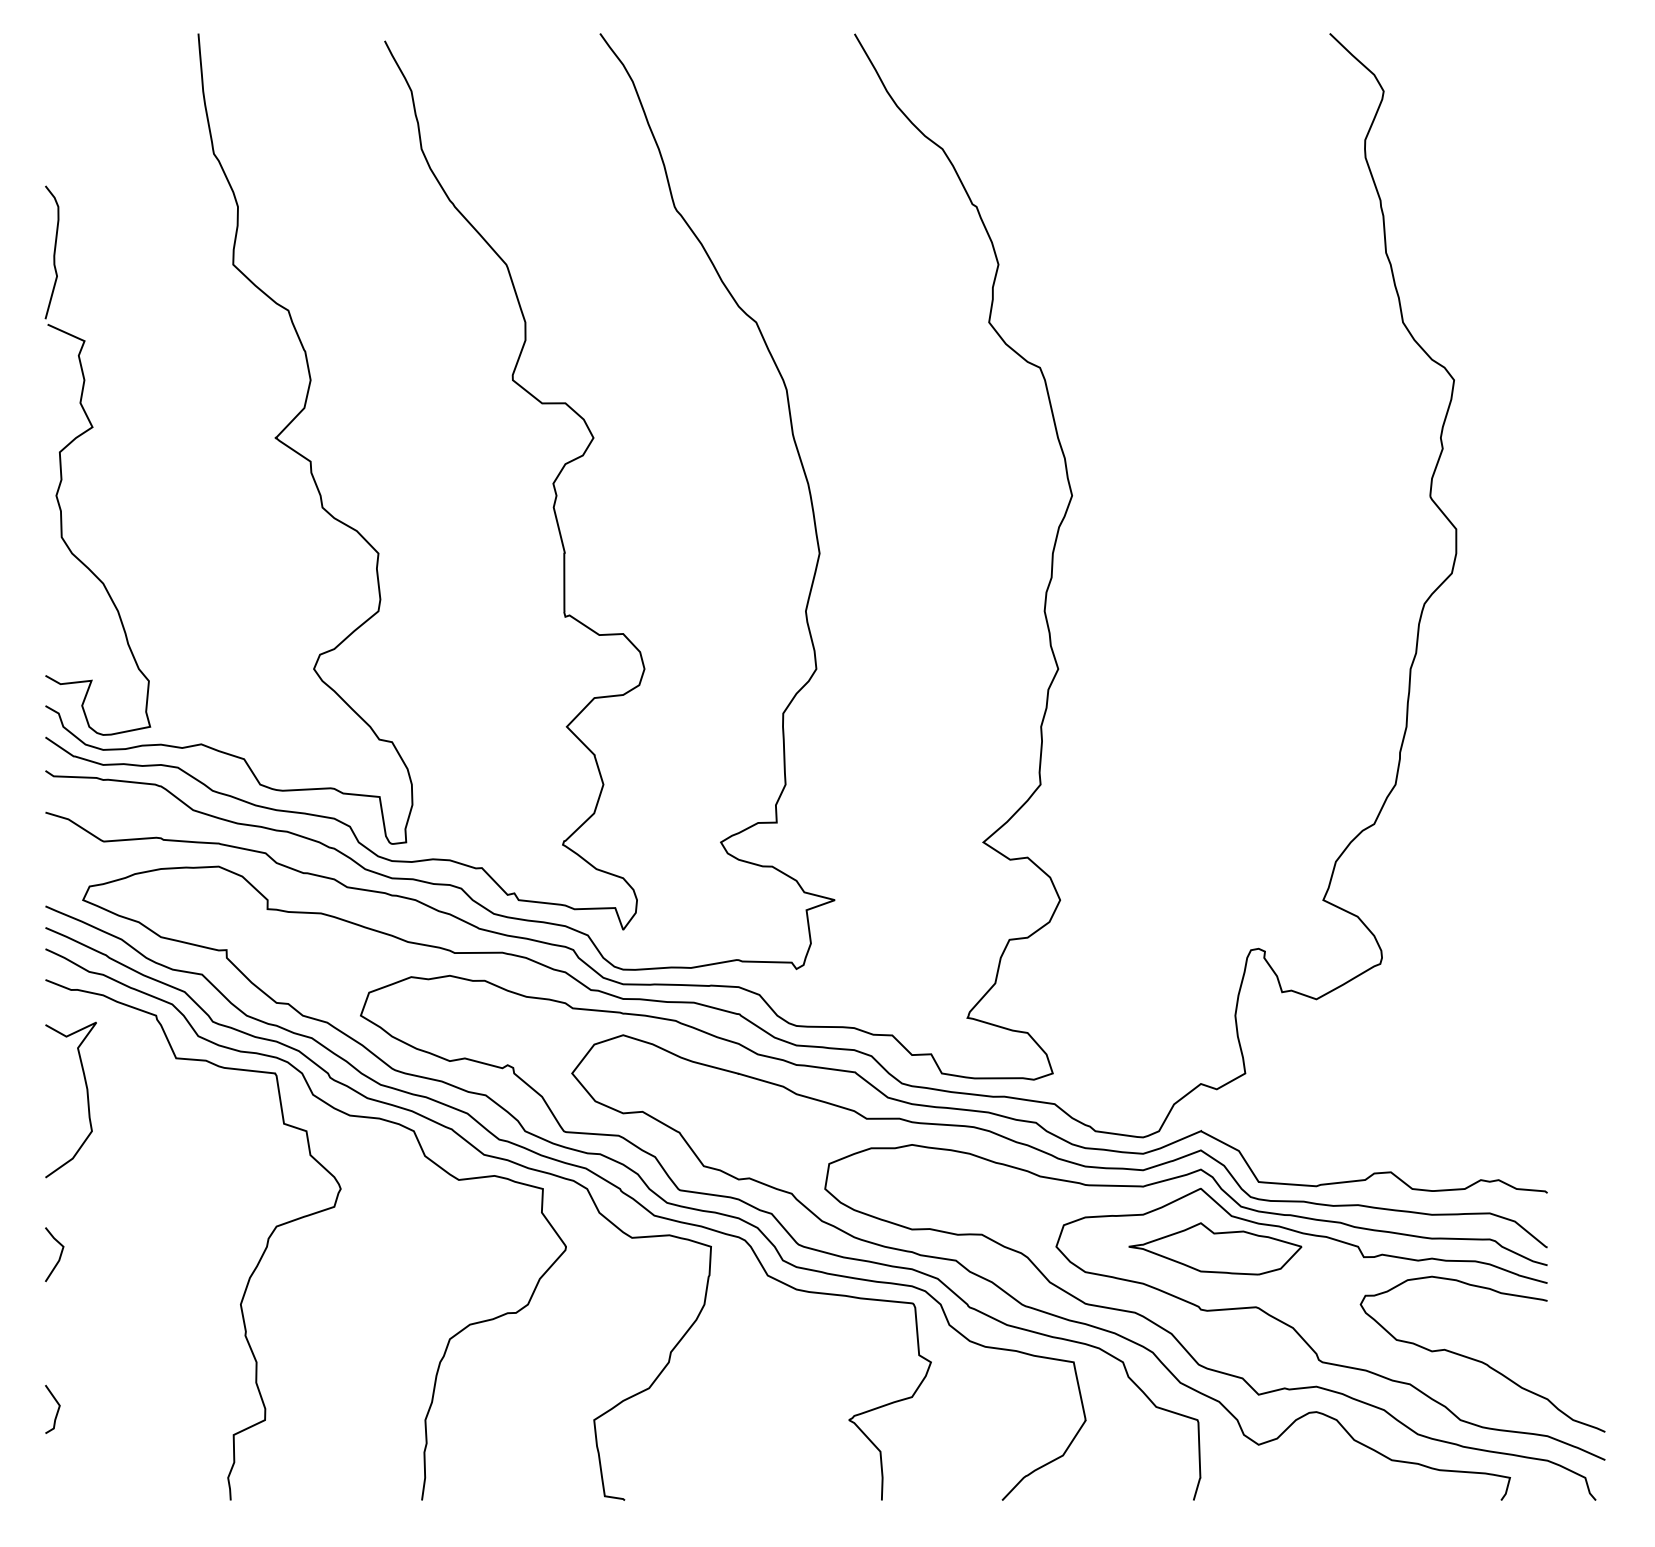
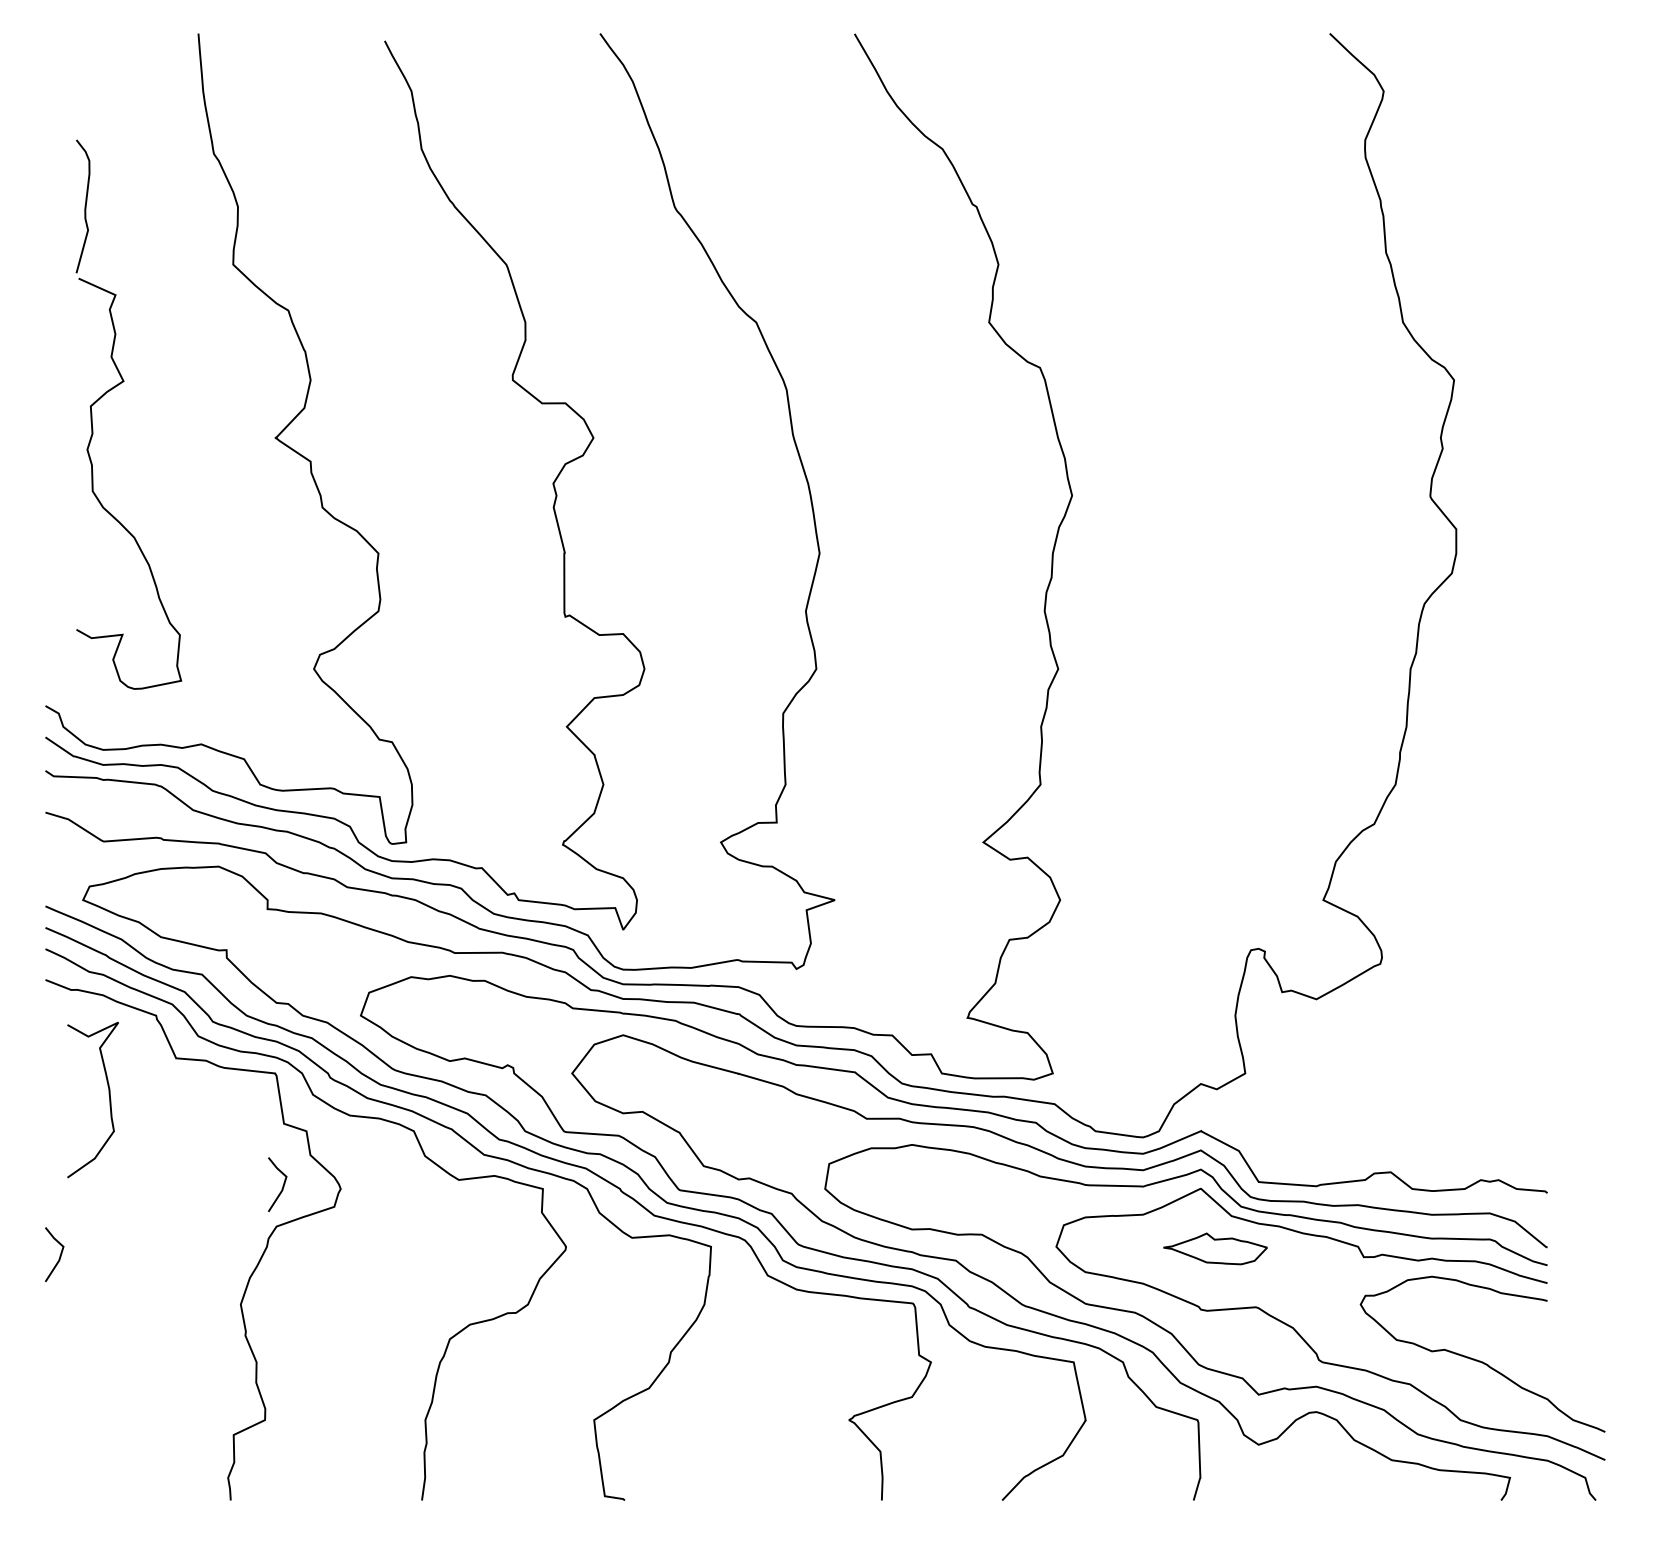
part at (80, 436) position: (80, 436) -> (111, 390)
curve at (86, 1094) position: (86, 1094) -> (108, 1094)
line at (282, 1185): none -> present
part at (1215, 1248) size: 175x54 px -> 105x34 px
line at (57, 1409): present -> none
